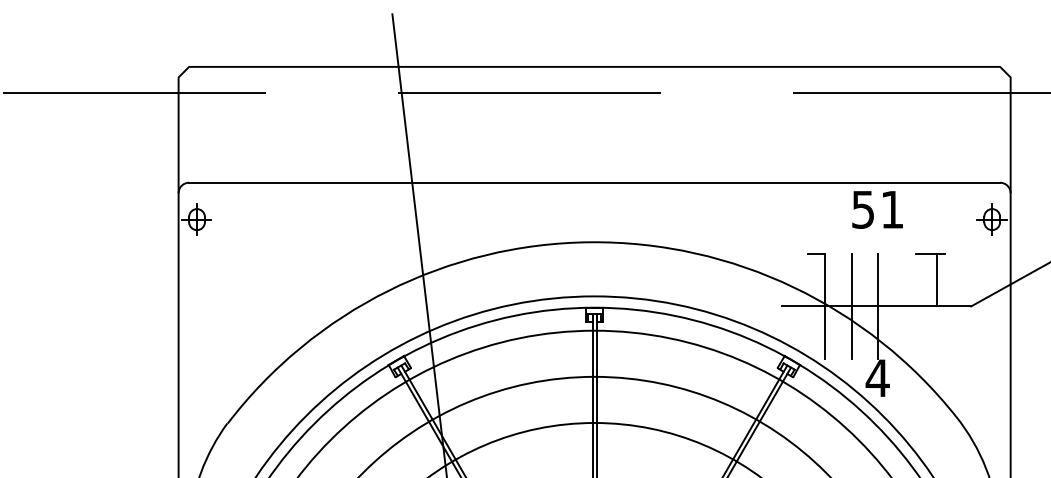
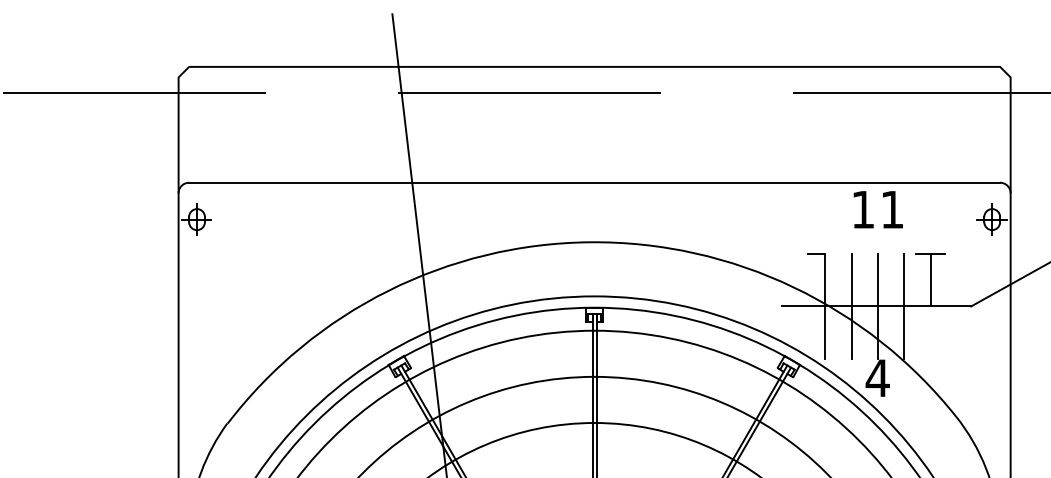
text at (862, 209): 51 -> 11
line at (936, 279) position: (936, 279) -> (930, 279)
line at (904, 306): none -> present
